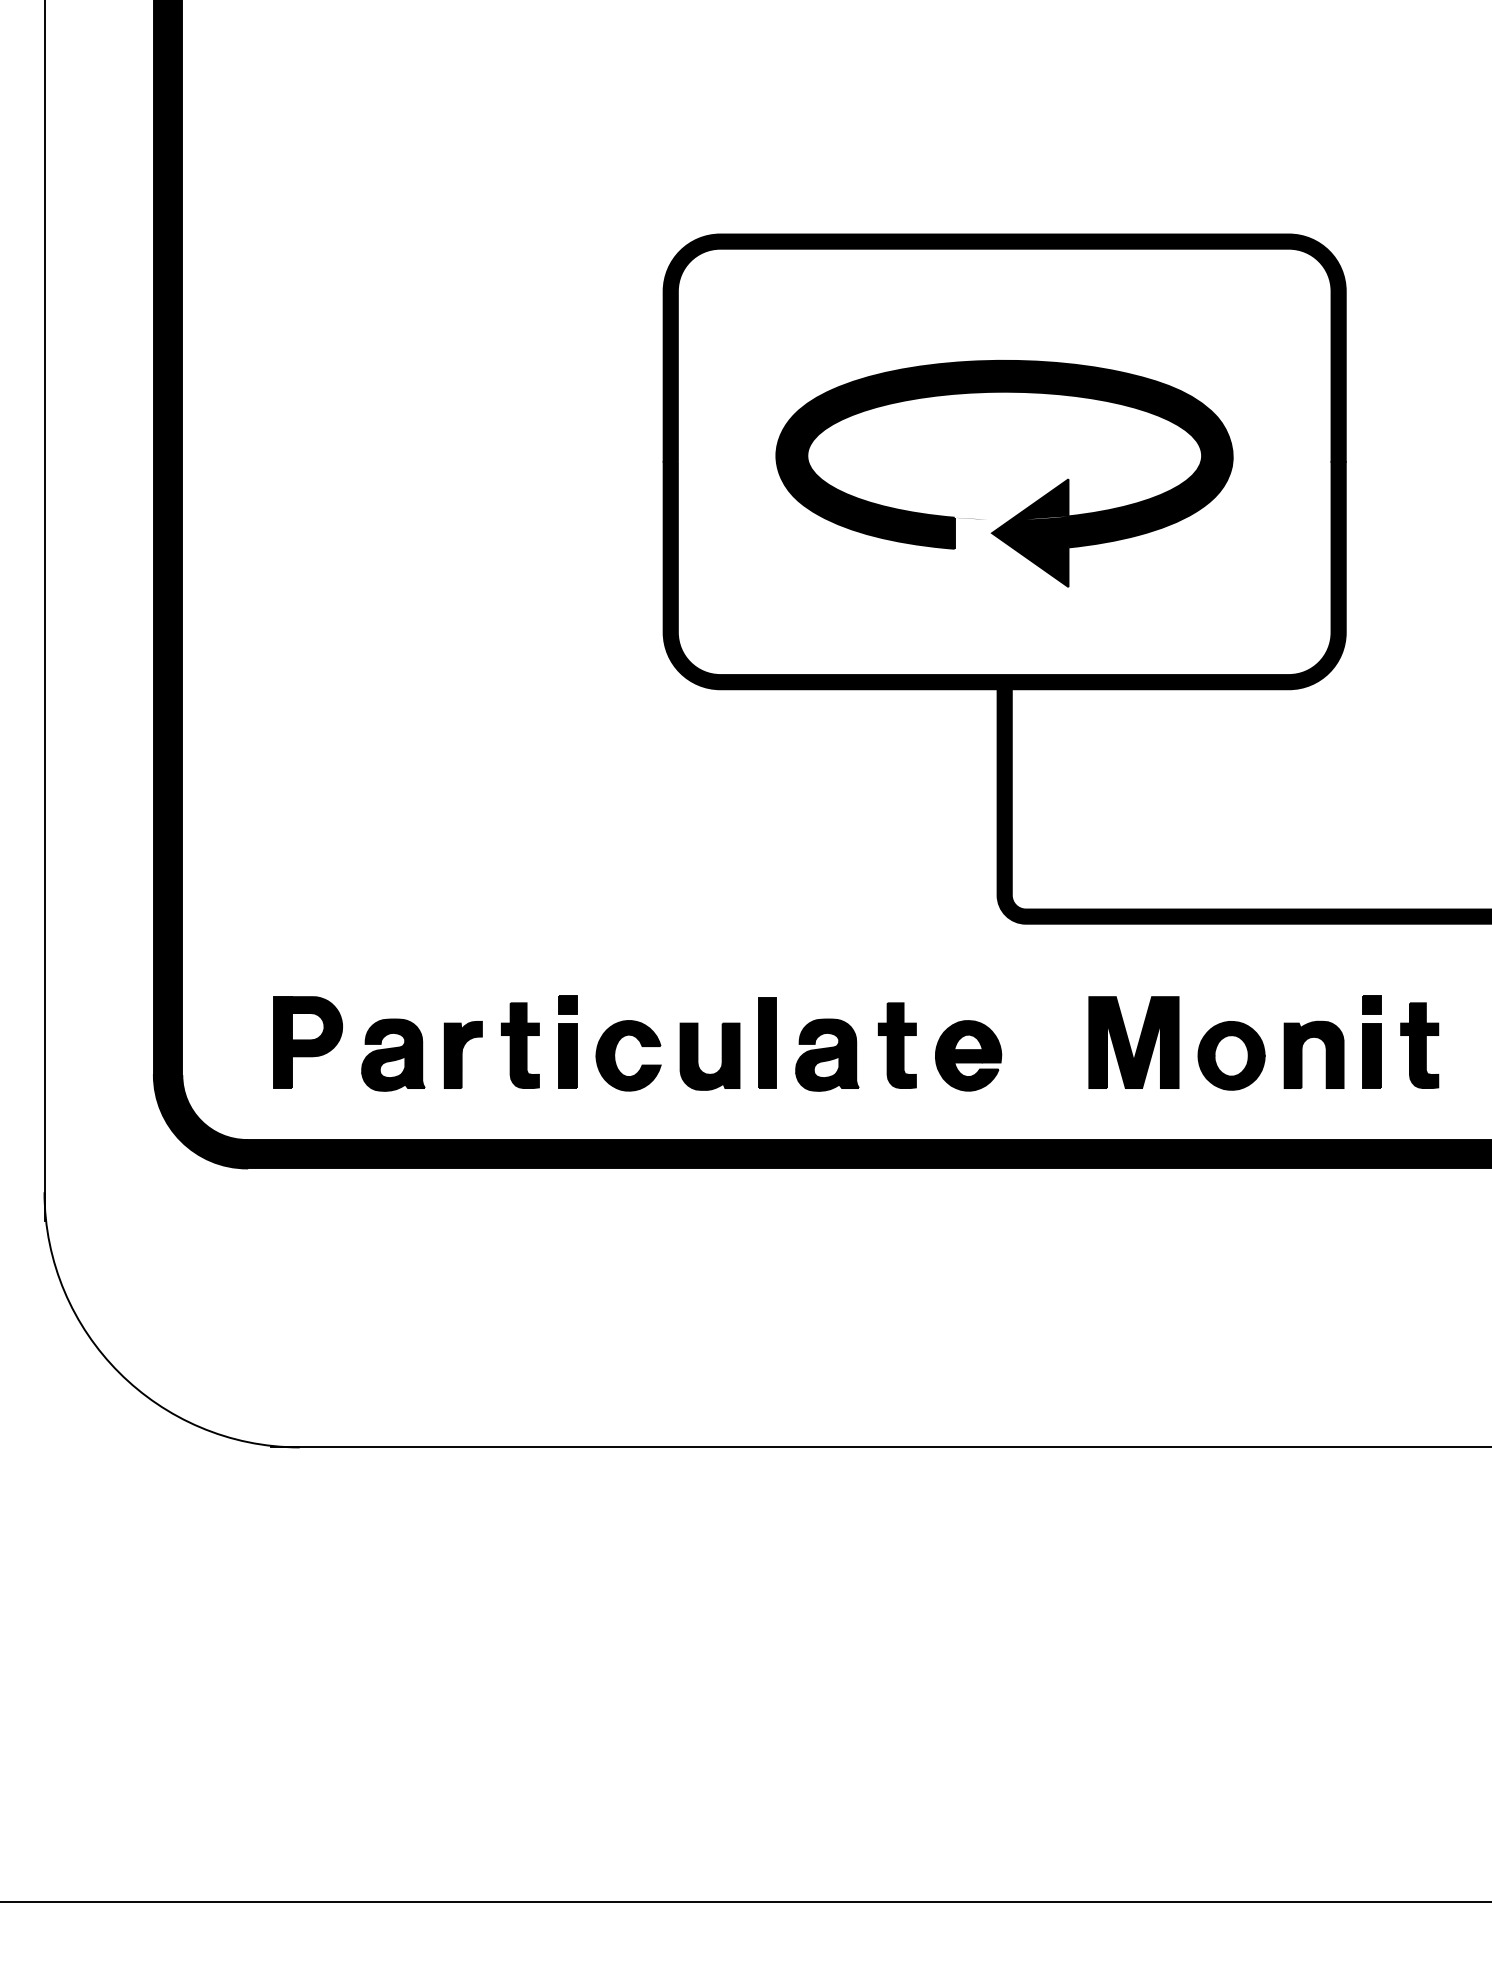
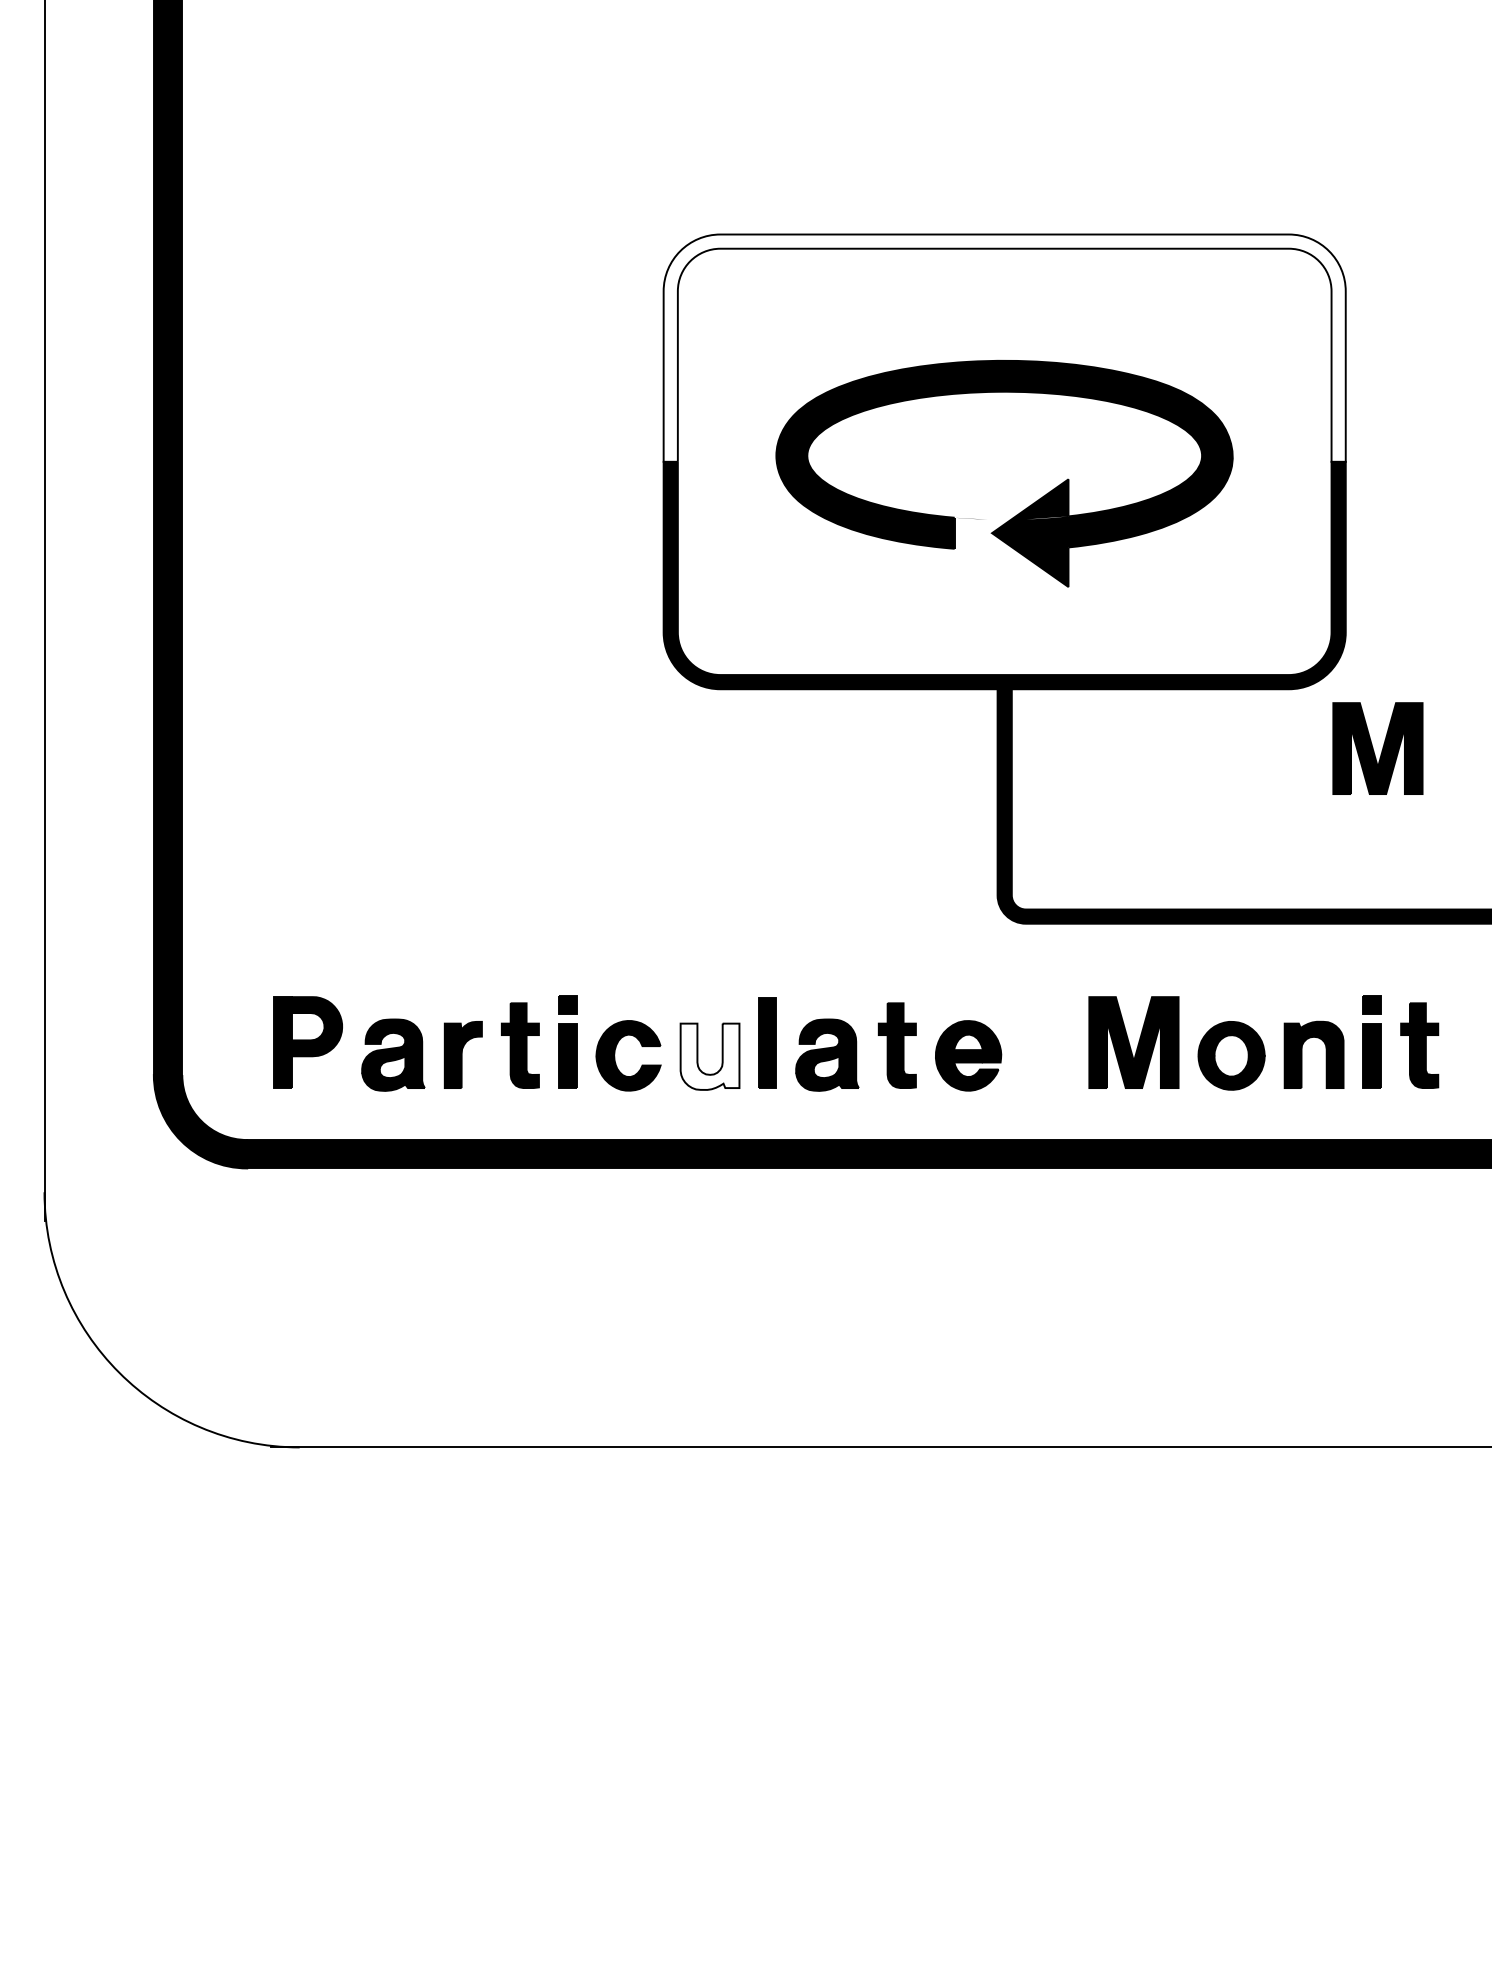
fill at (1004, 347): present -> none
part at (1377, 748): none -> present
fill at (709, 1056): present -> none
line at (745, 1902): present -> none
